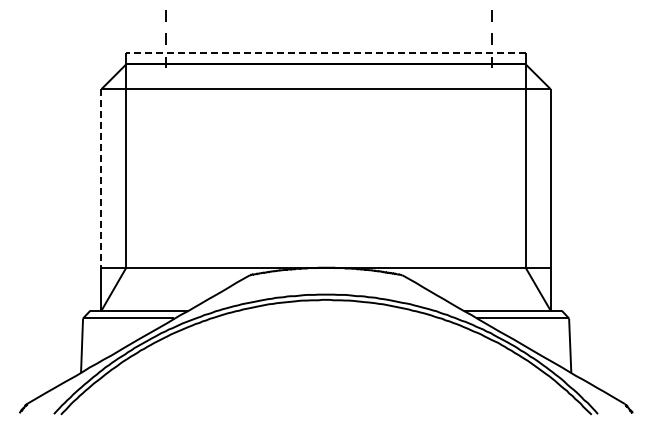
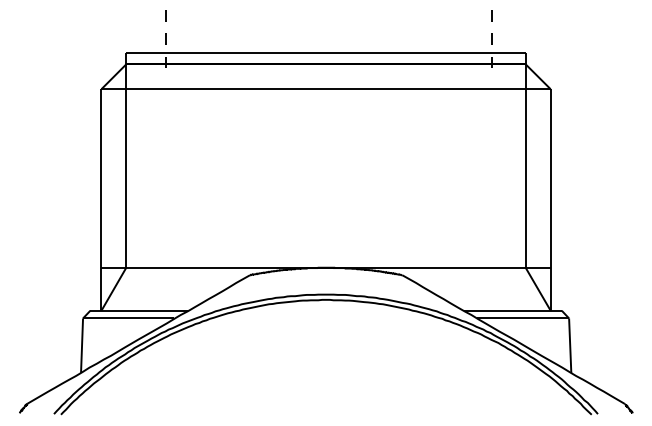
line at (325, 53): dashed -> solid
line at (101, 178): dashed -> solid
